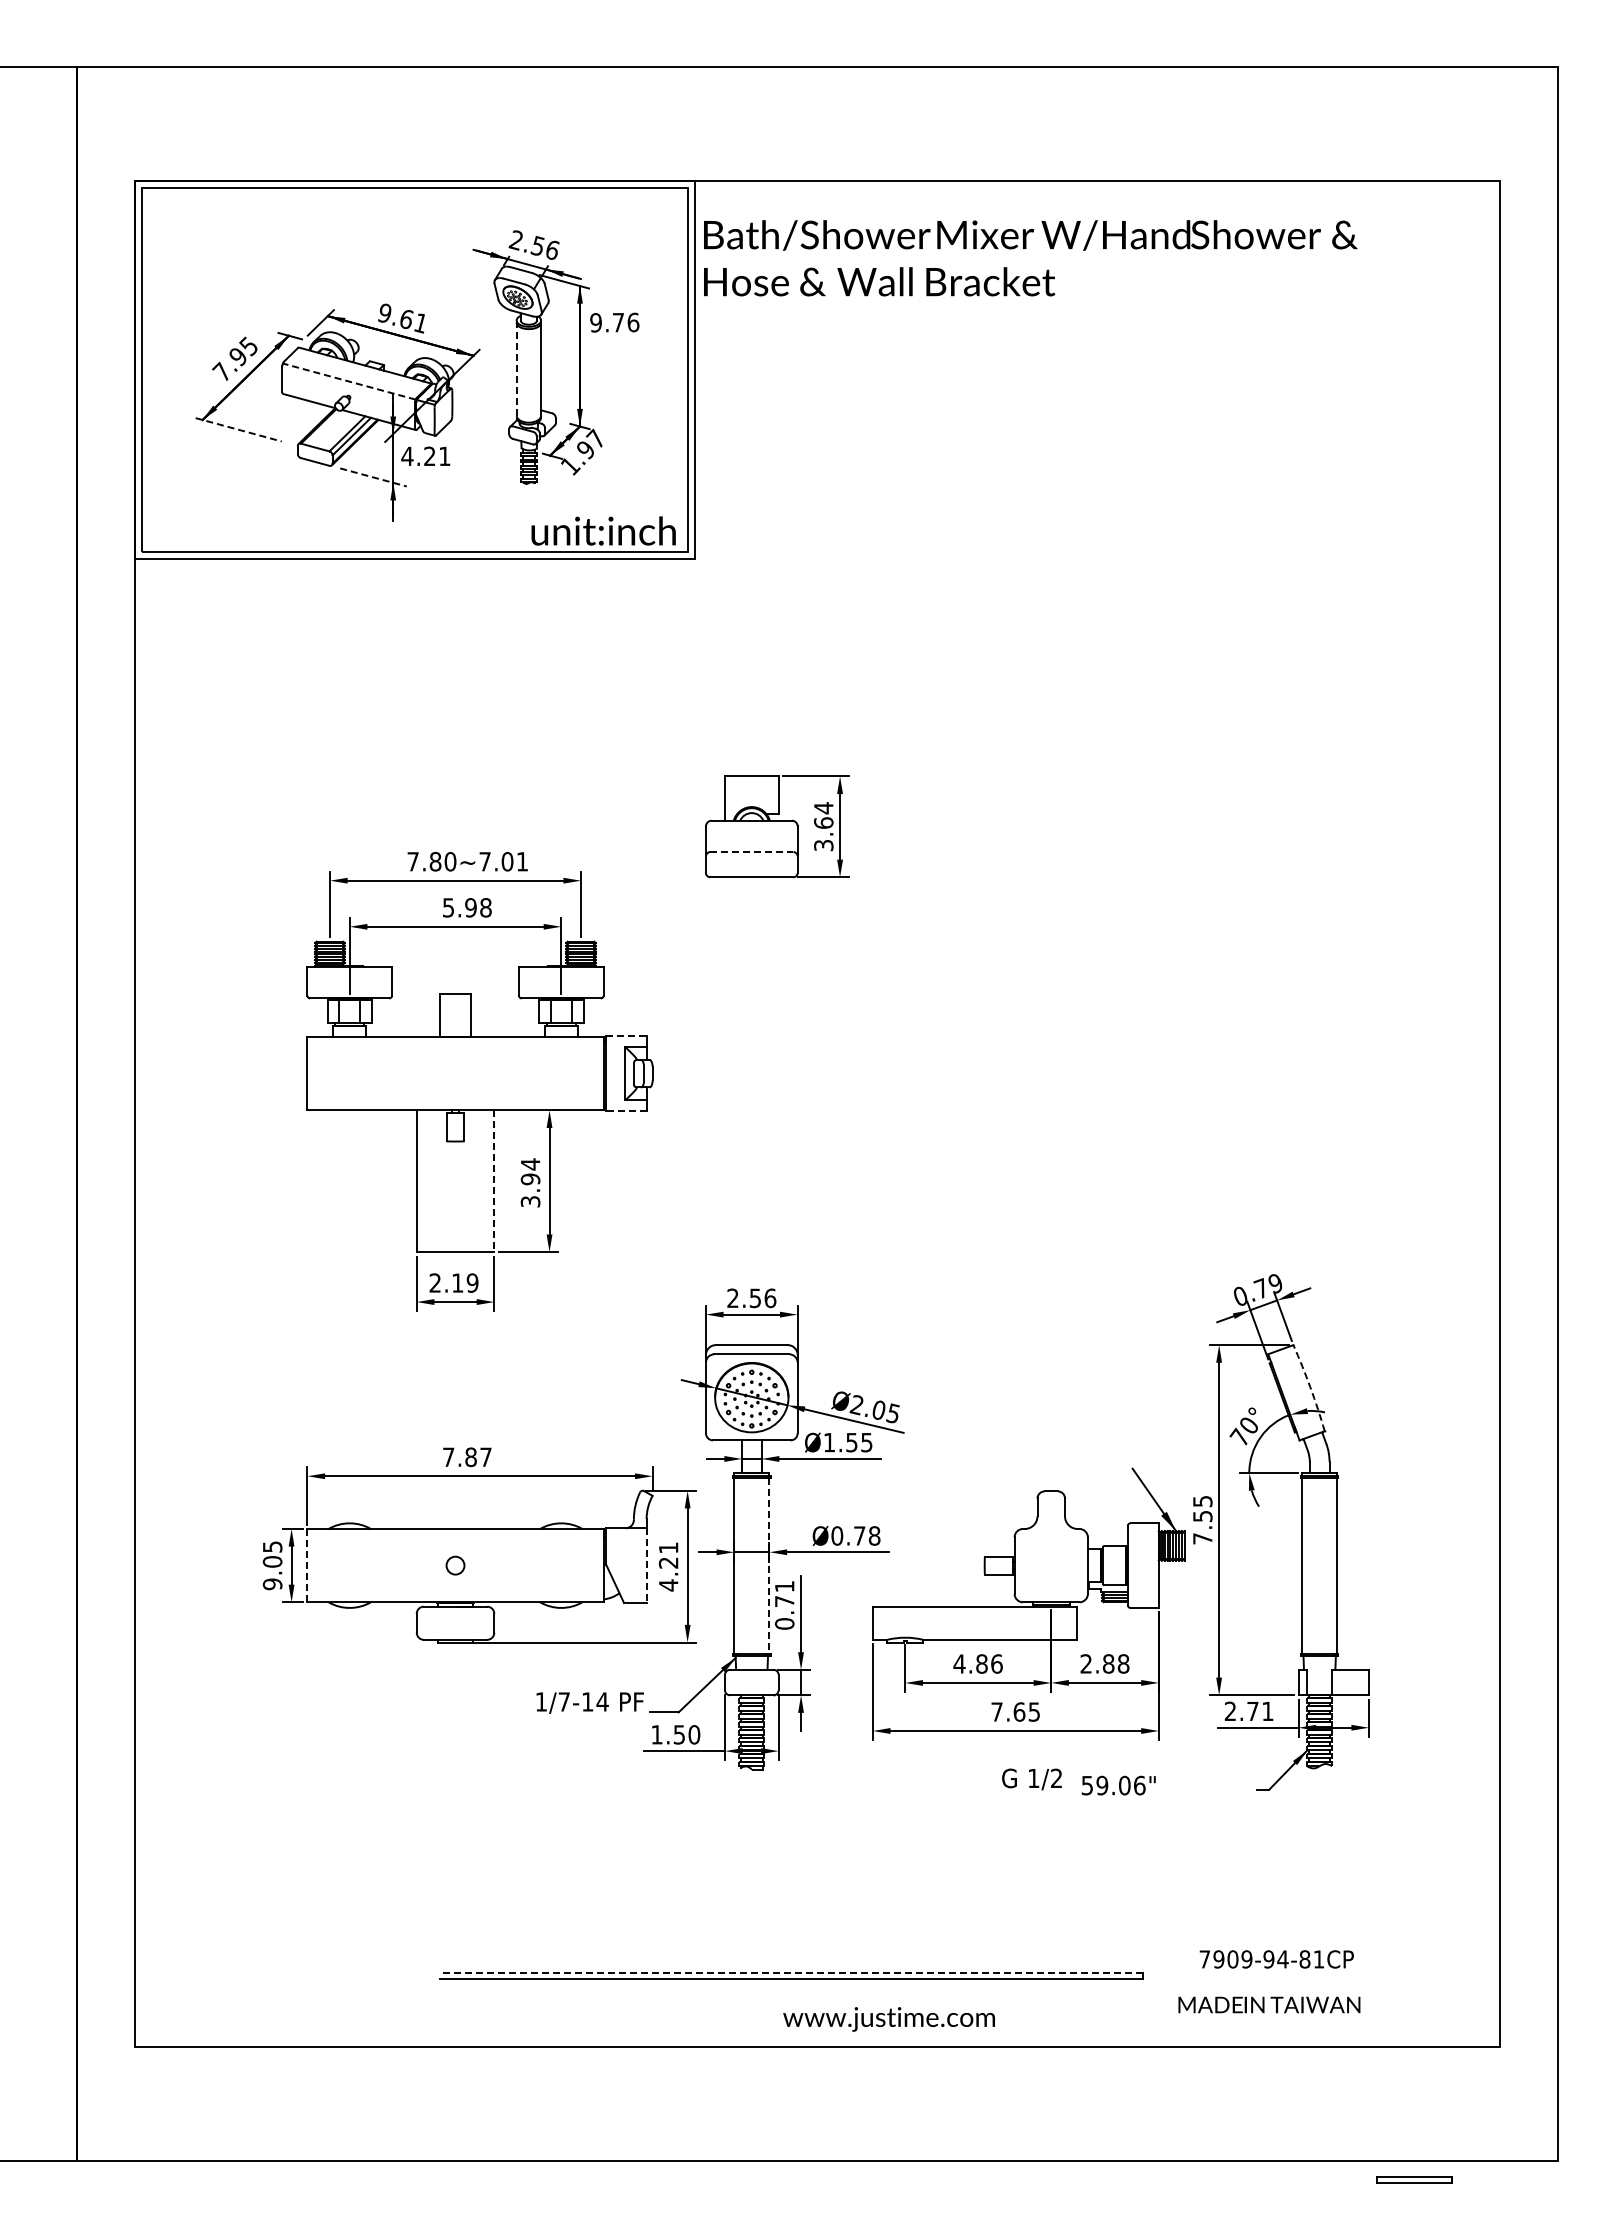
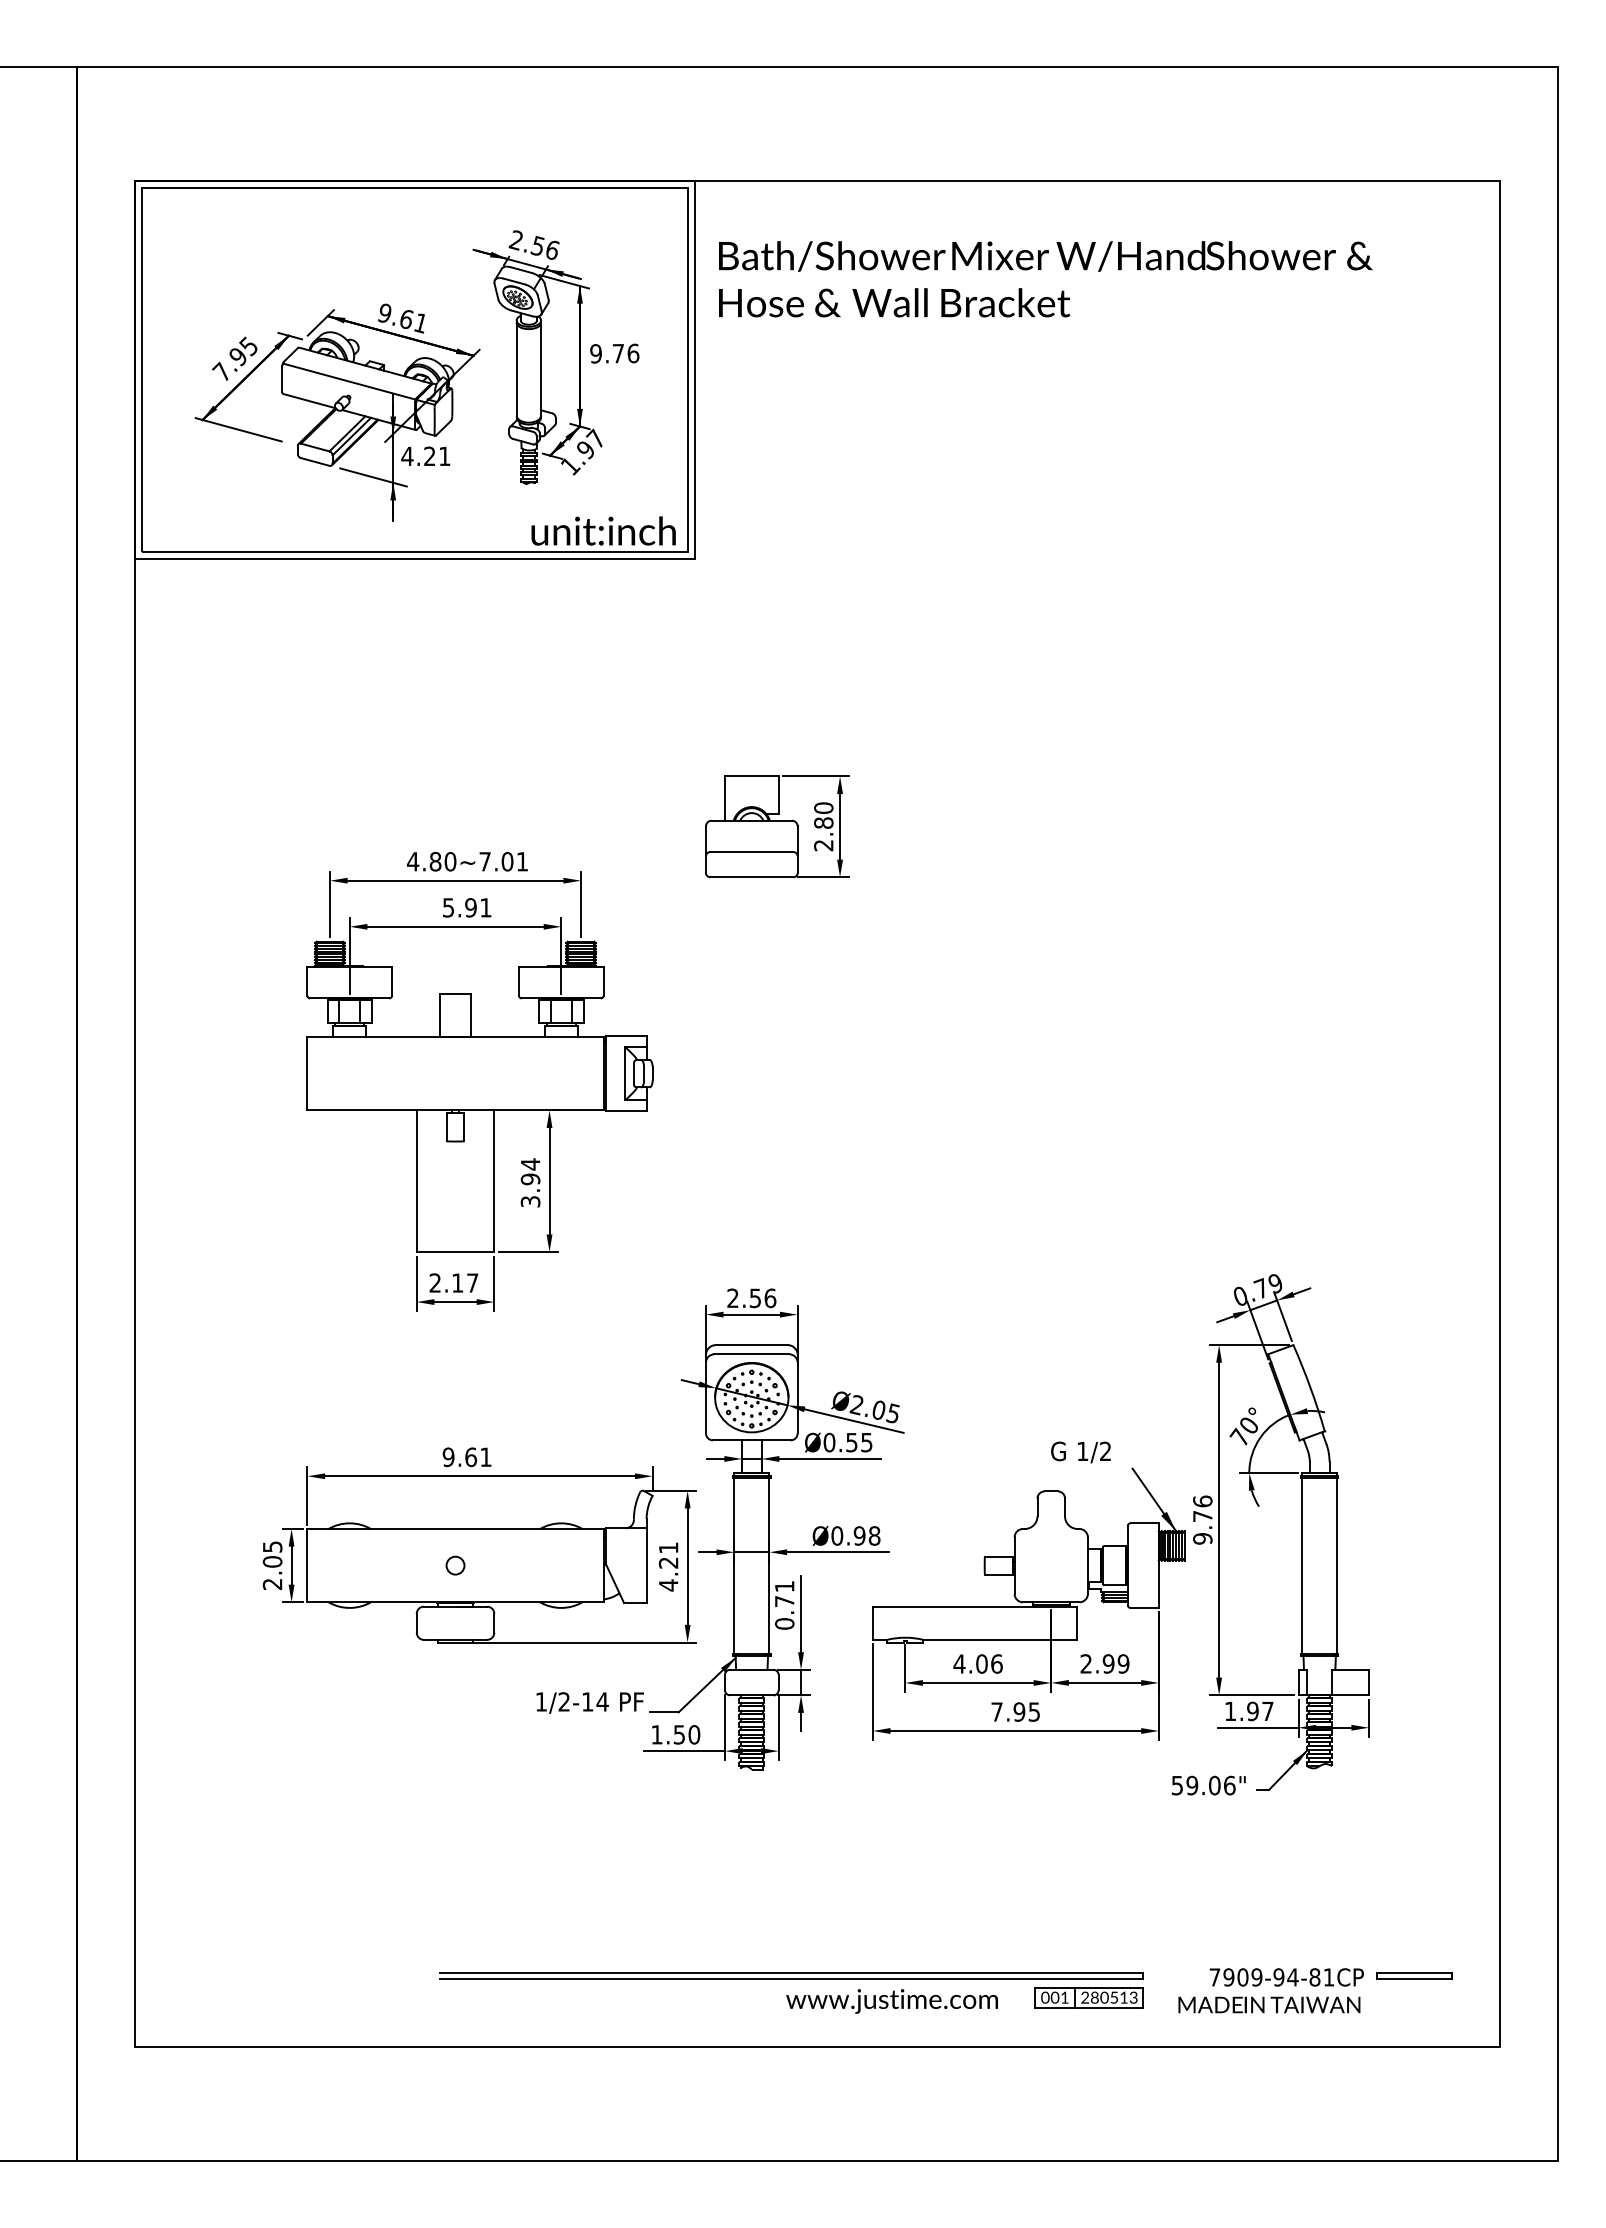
text at (1030, 258) position: (1030, 258) -> (1045, 279)
text at (614, 322) position: (614, 322) -> (614, 353)
line at (516, 369): dashed -> solid
line at (349, 381): dashed -> solid
line at (238, 429): dashed -> solid
line at (373, 477): dashed -> solid
text at (823, 826): 3.64 -> 2.80
line at (751, 852): dashed -> solid
text at (412, 861): 7.80~7.01 -> 4.80~7.01
text at (485, 907): 5.98 -> 5.91
line at (627, 1036): dashed -> solid
line at (626, 1111): dashed -> solid
line at (494, 1181): dashed -> solid
text at (472, 1282): 2.19 -> 2.17
arc at (1310, 1387): dashed -> solid
text at (829, 1442): Ø1.55 -> Ø0.55
text at (466, 1457): 7.87 -> 9.61
text at (1202, 1519): 7.55 -> 9.76
text at (859, 1535): Ø0.78 -> Ø0.98
line at (307, 1565): dashed -> solid
line at (646, 1566): dashed -> solid
line at (769, 1566): dashed -> solid
text at (272, 1584): 9.05 -> 2.05
text at (981, 1663): 4.86 -> 4.06
text at (1115, 1663): 2.88 -> 2.99
text at (563, 1701): 1/7-14 -> 1/2-14
text at (1019, 1711): 7.65 -> 7.95
text at (1248, 1711): 2.71 -> 1.97
text at (1031, 1779) position: (1031, 1779) -> (1080, 1452)
text at (1118, 1785) position: (1118, 1785) -> (1208, 1785)
text at (1276, 1959) position: (1276, 1959) -> (1286, 1977)
line at (790, 1973): dashed -> solid
part at (1088, 1997): none -> present
text at (888, 2019) position: (888, 2019) -> (891, 2001)
part at (1414, 2179) position: (1414, 2179) -> (1414, 1975)
